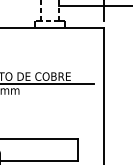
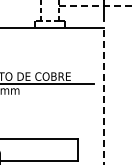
line at (95, 6): solid -> dashed
line at (104, 96): solid -> dashed
